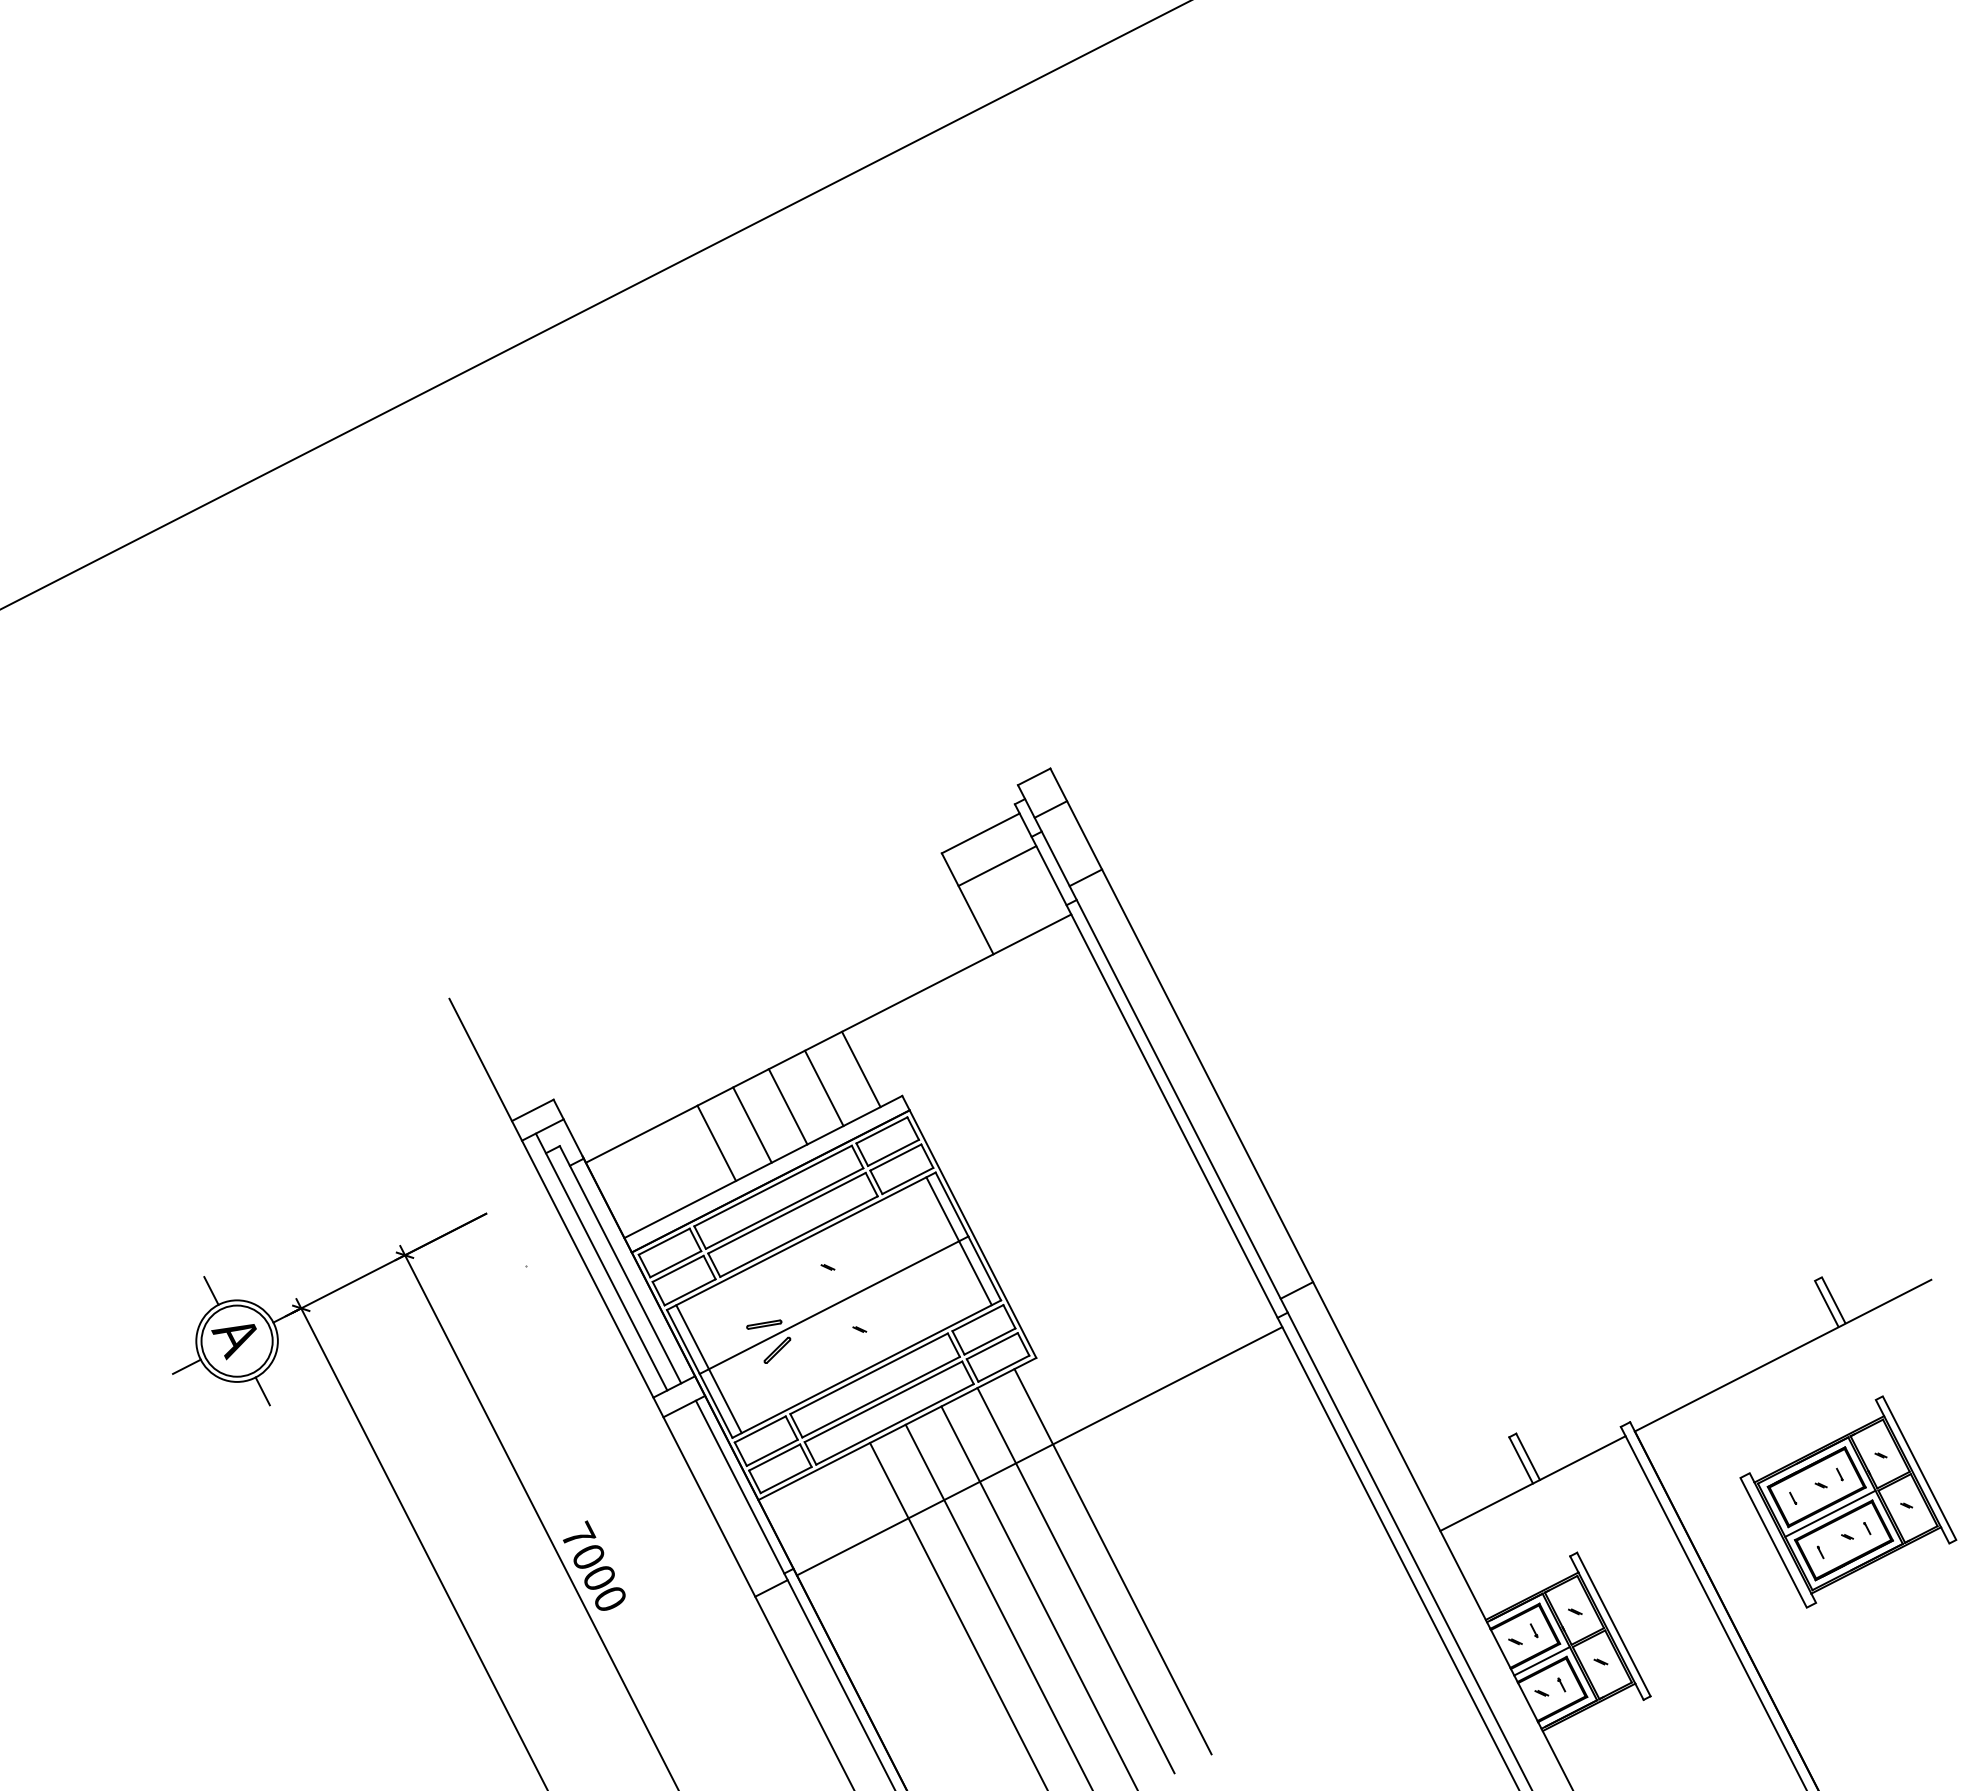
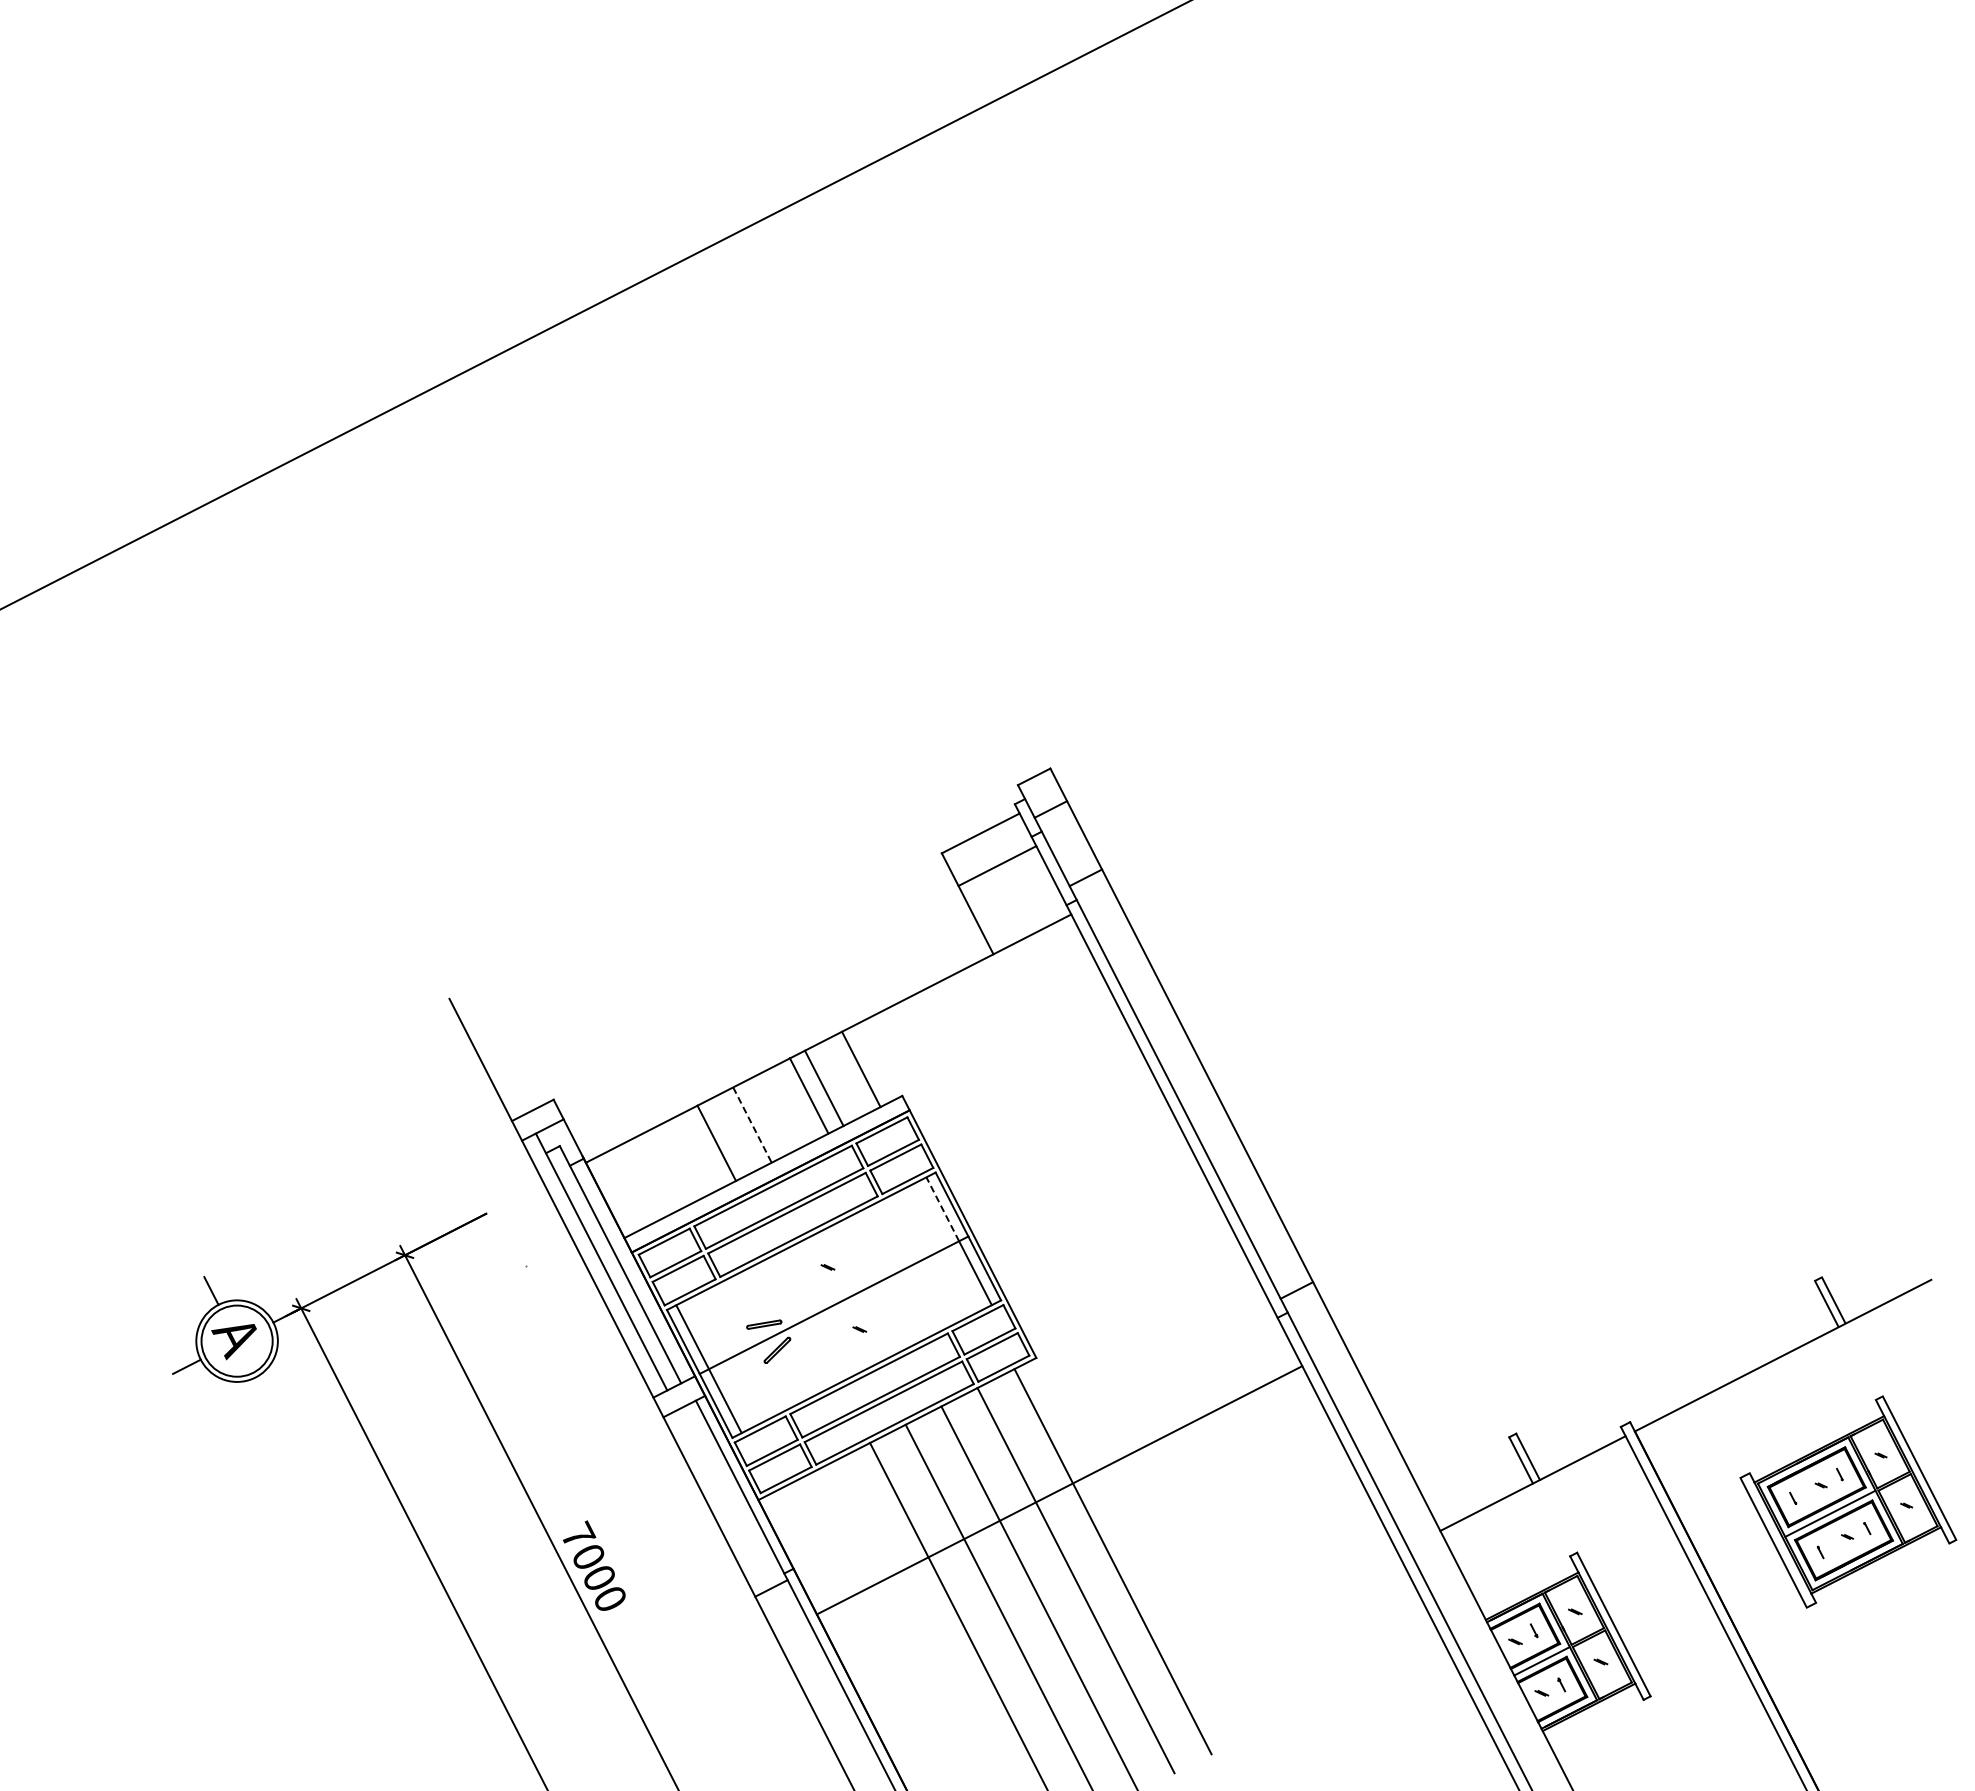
line at (787, 1106) position: (787, 1106) -> (808, 1095)
line at (752, 1125): solid -> dashed
line at (942, 1209): solid -> dashed
line at (262, 1391): present -> none
line at (1039, 1451) position: (1039, 1451) -> (1059, 1490)
